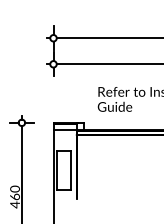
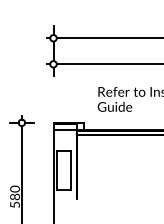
text at (14, 200): 460 -> 580
